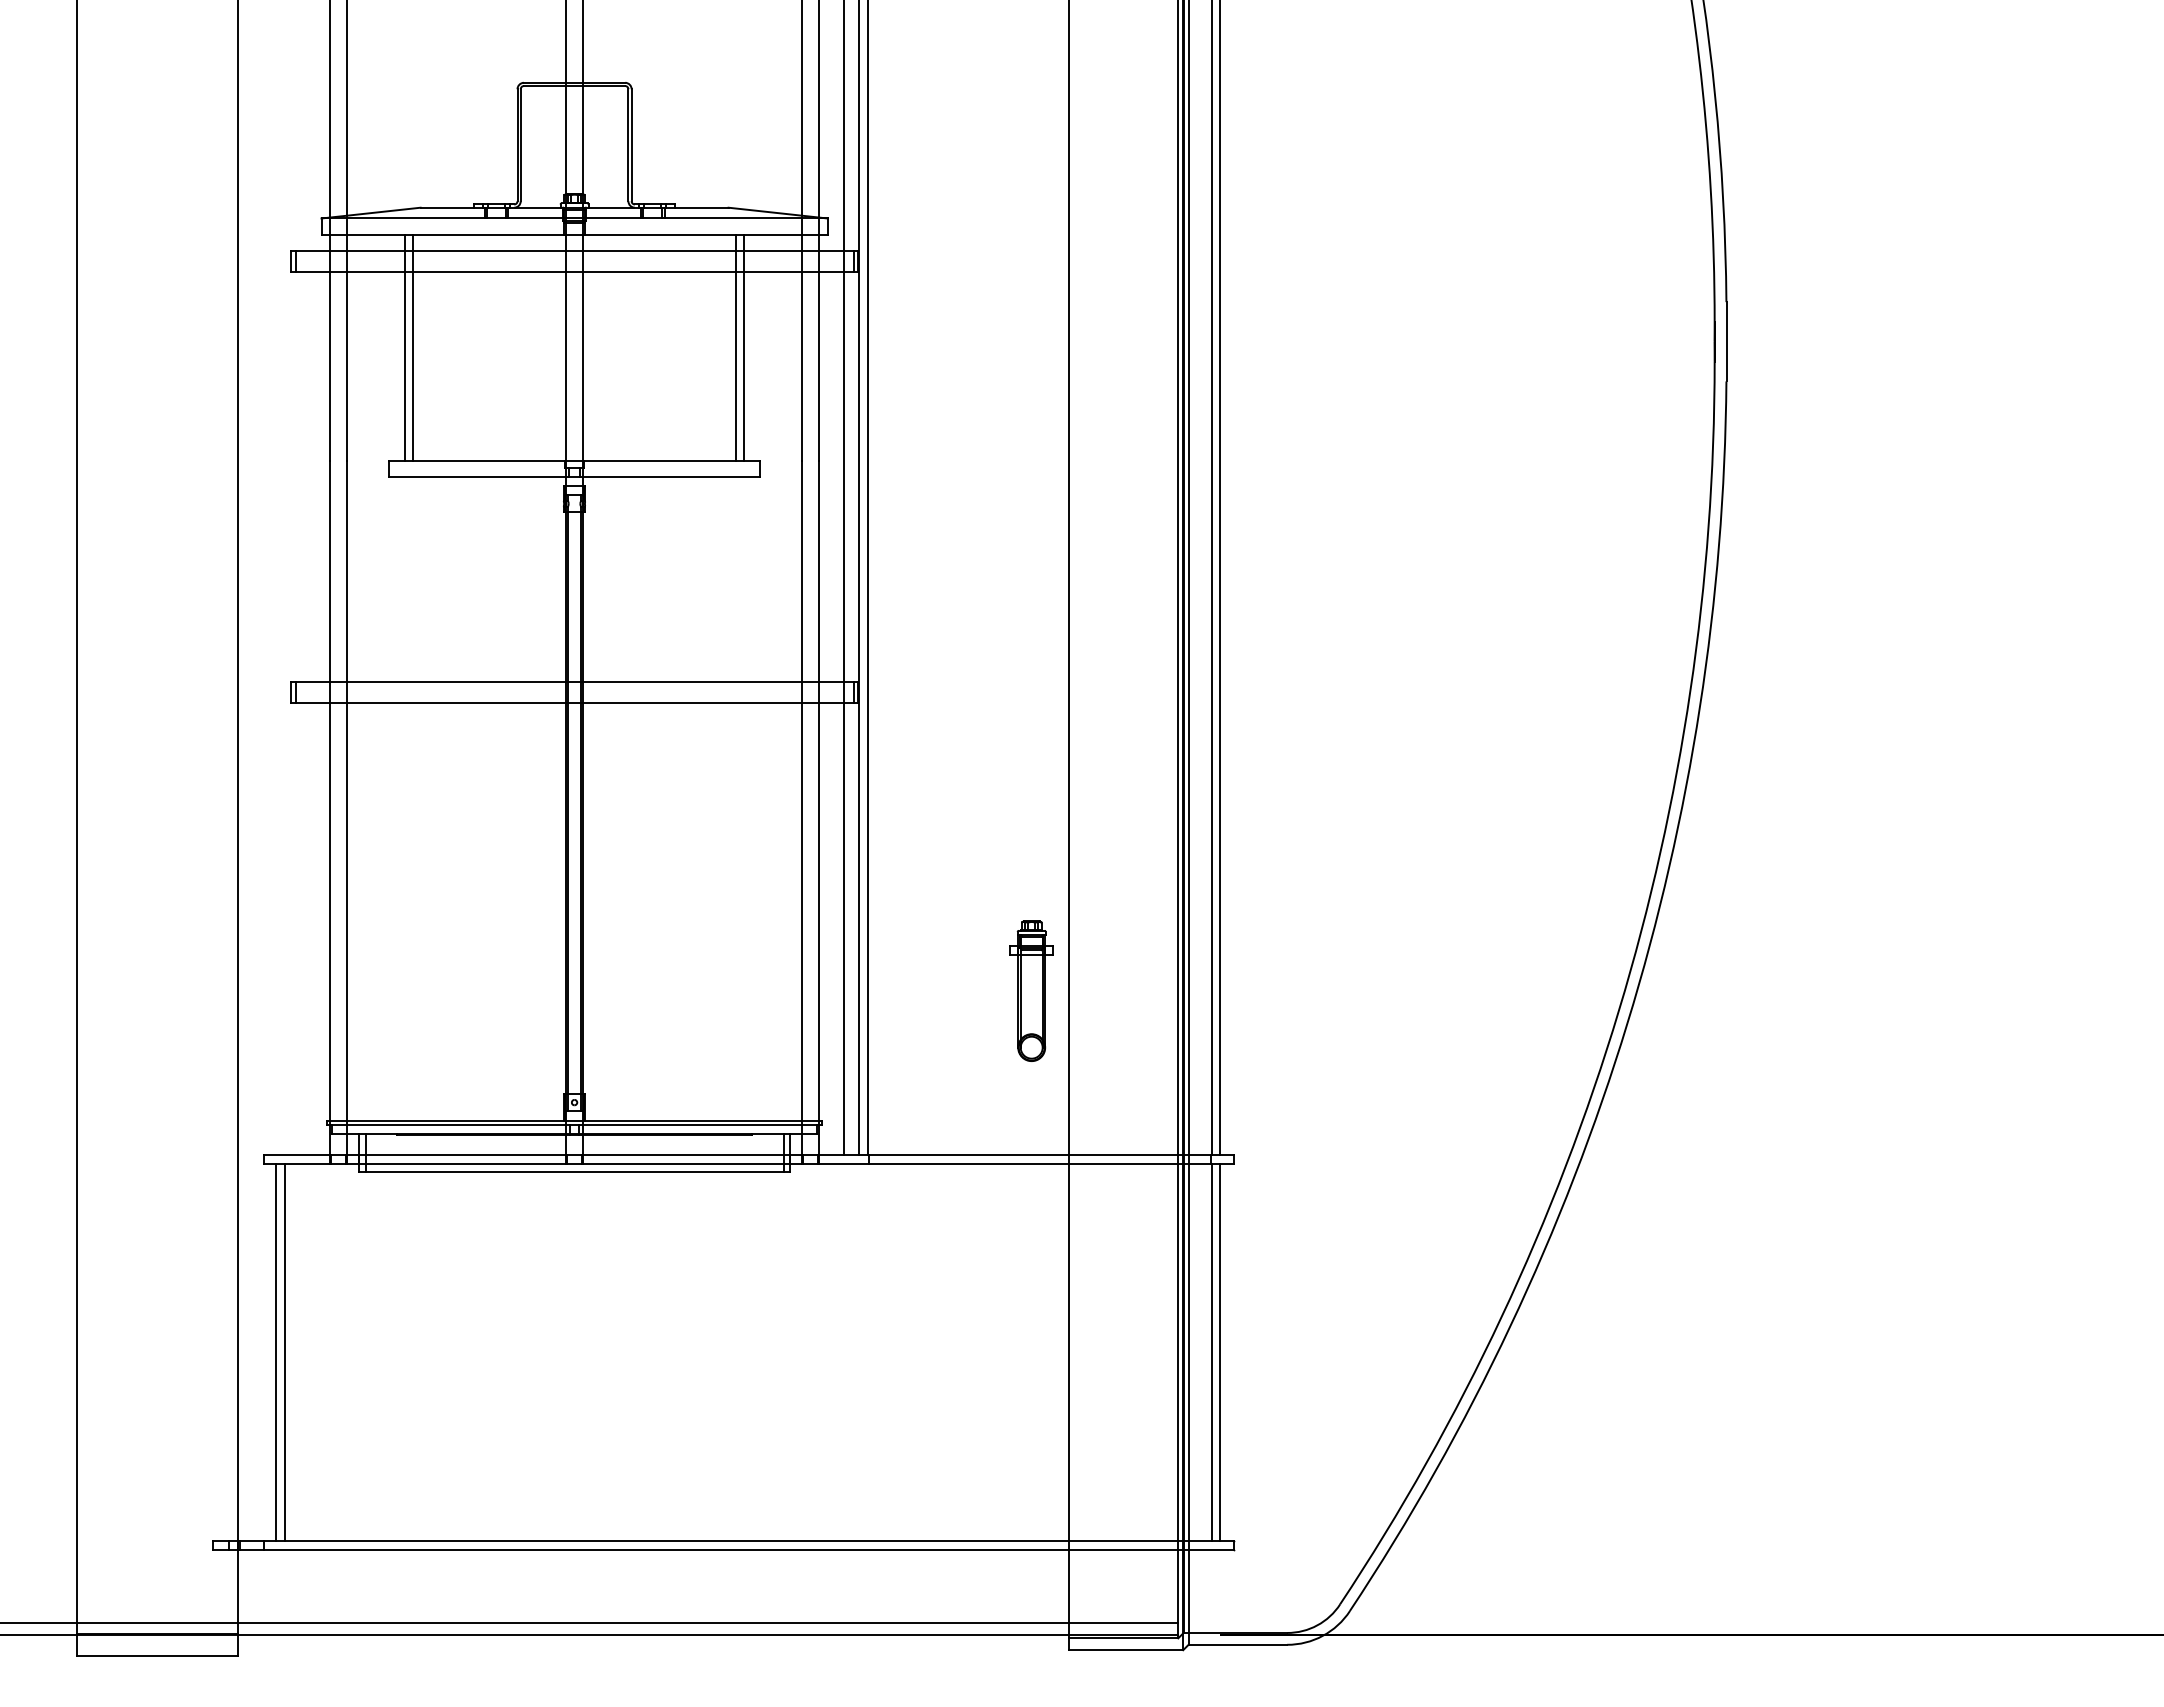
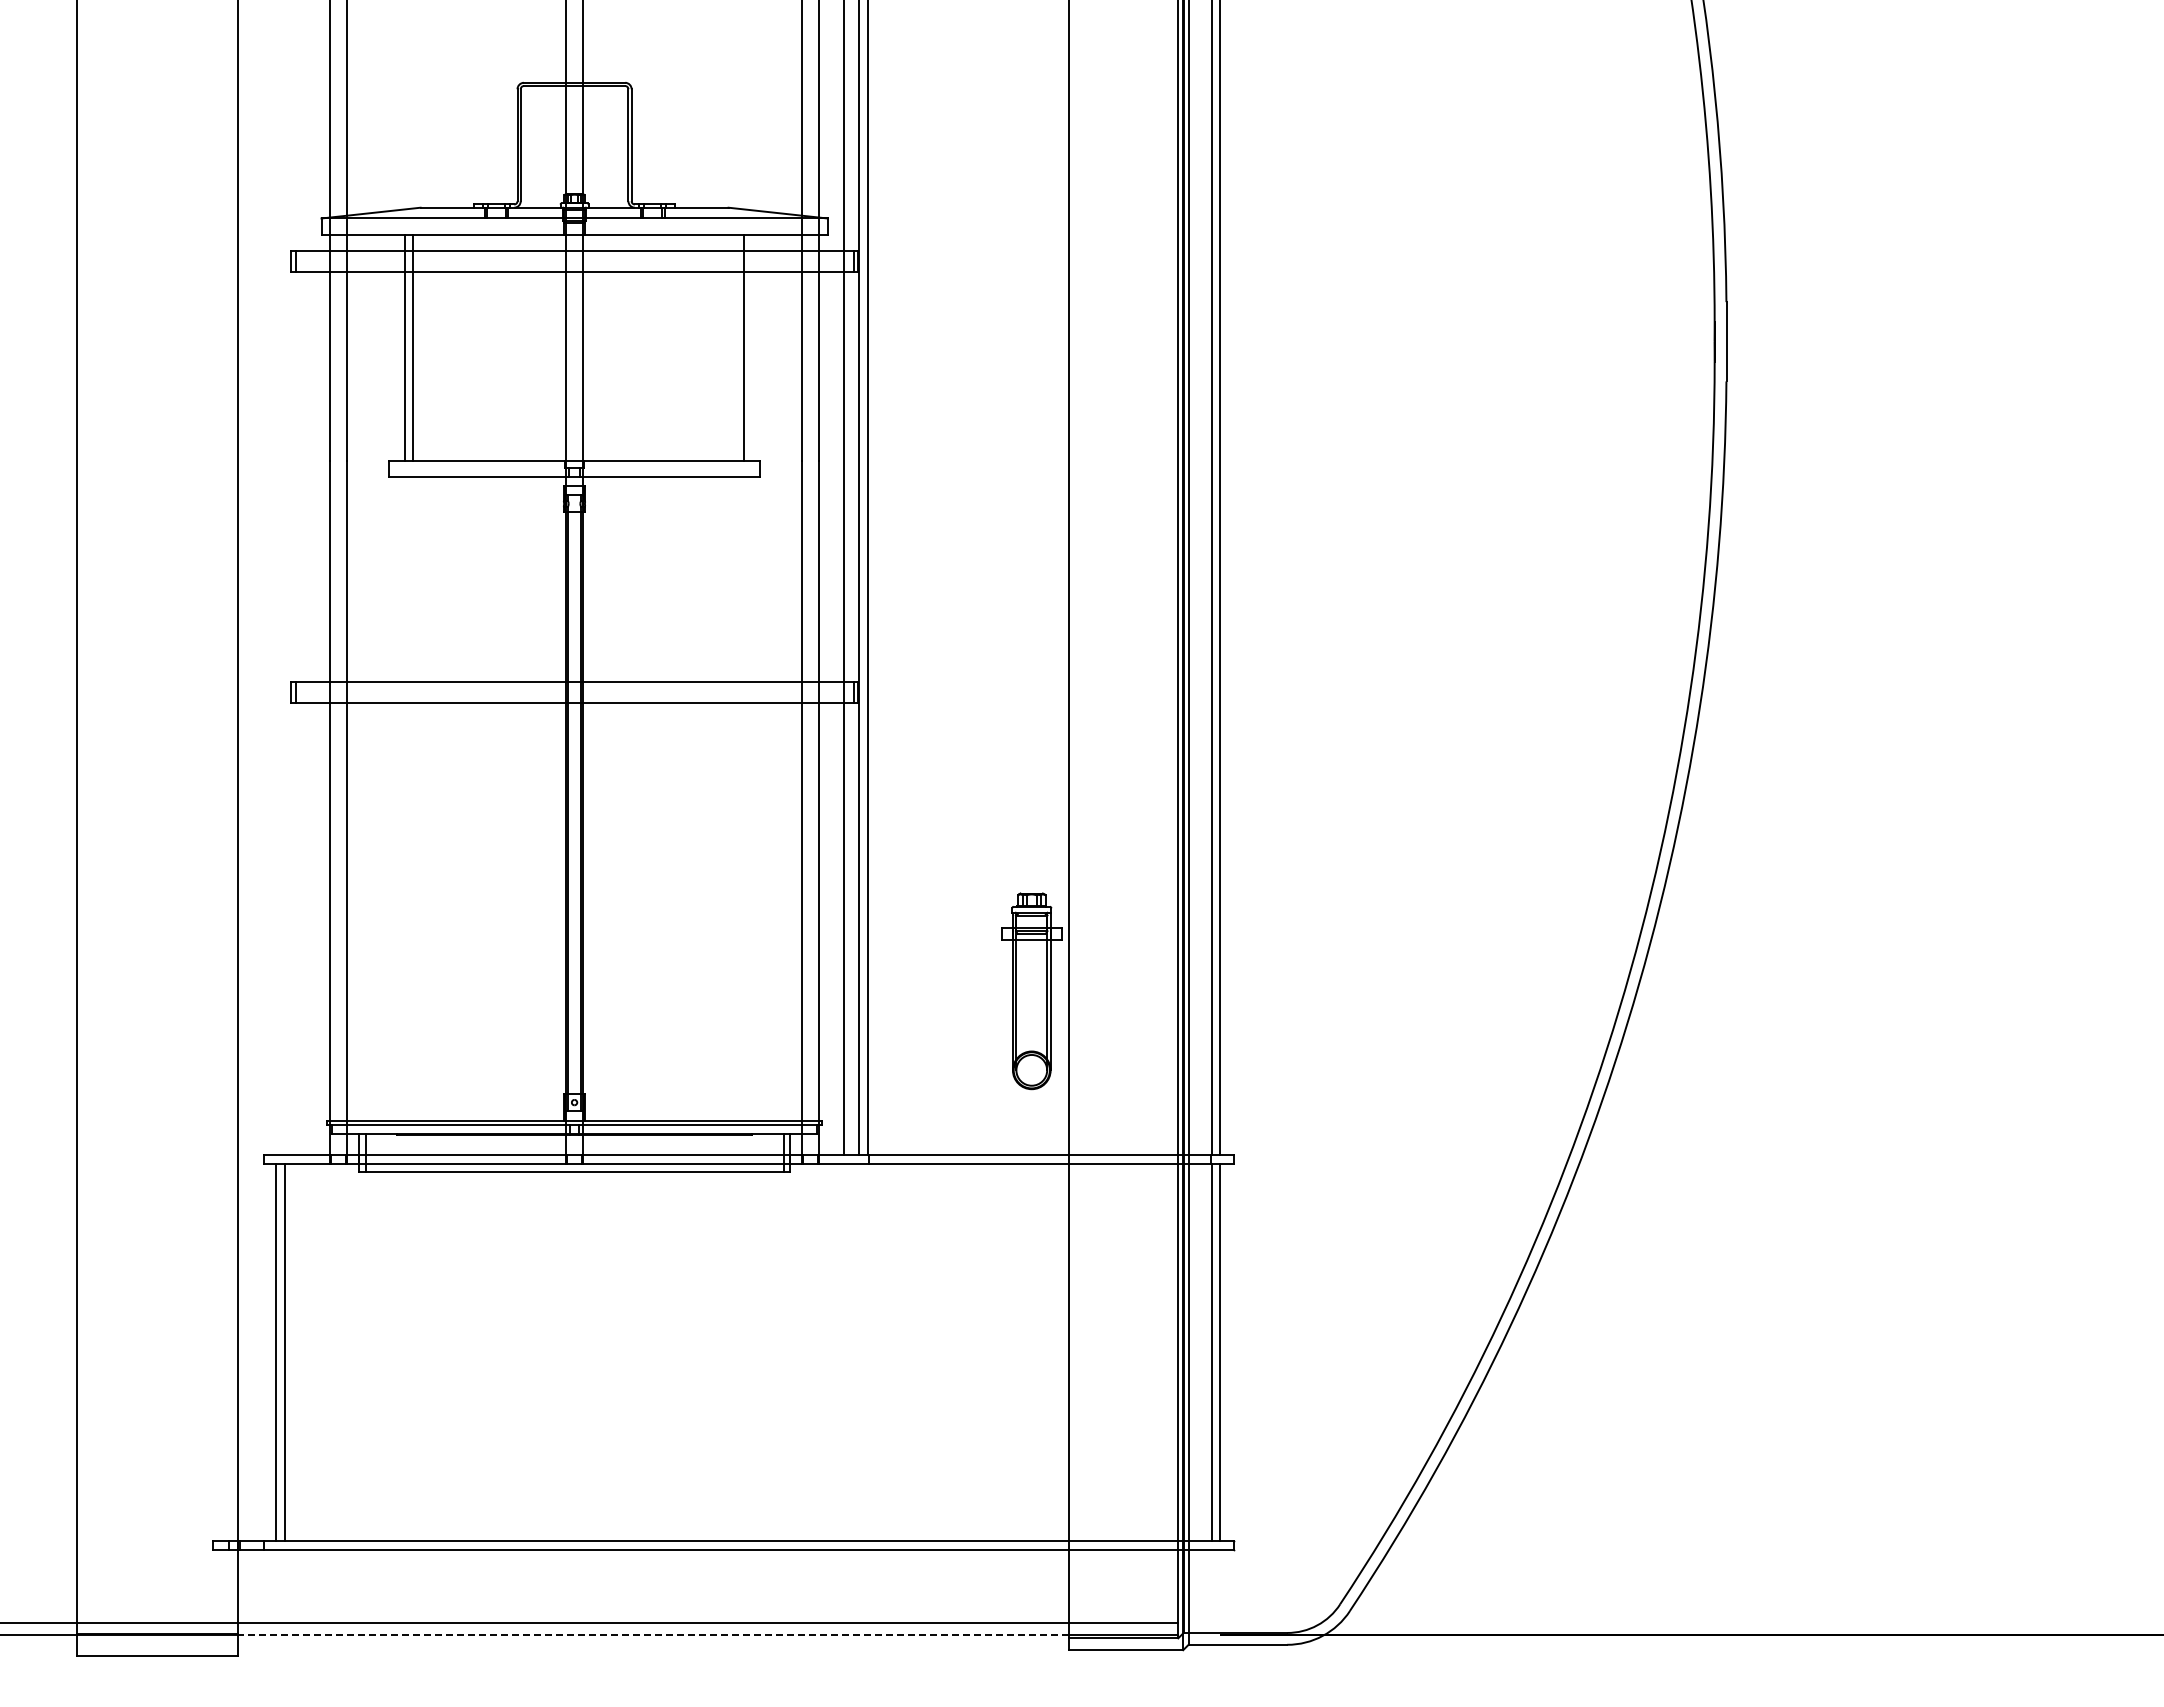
line at (735, 347): present -> none
part at (1031, 990) size: 45x142 px -> 62x199 px
line at (652, 1635): solid -> dashed
